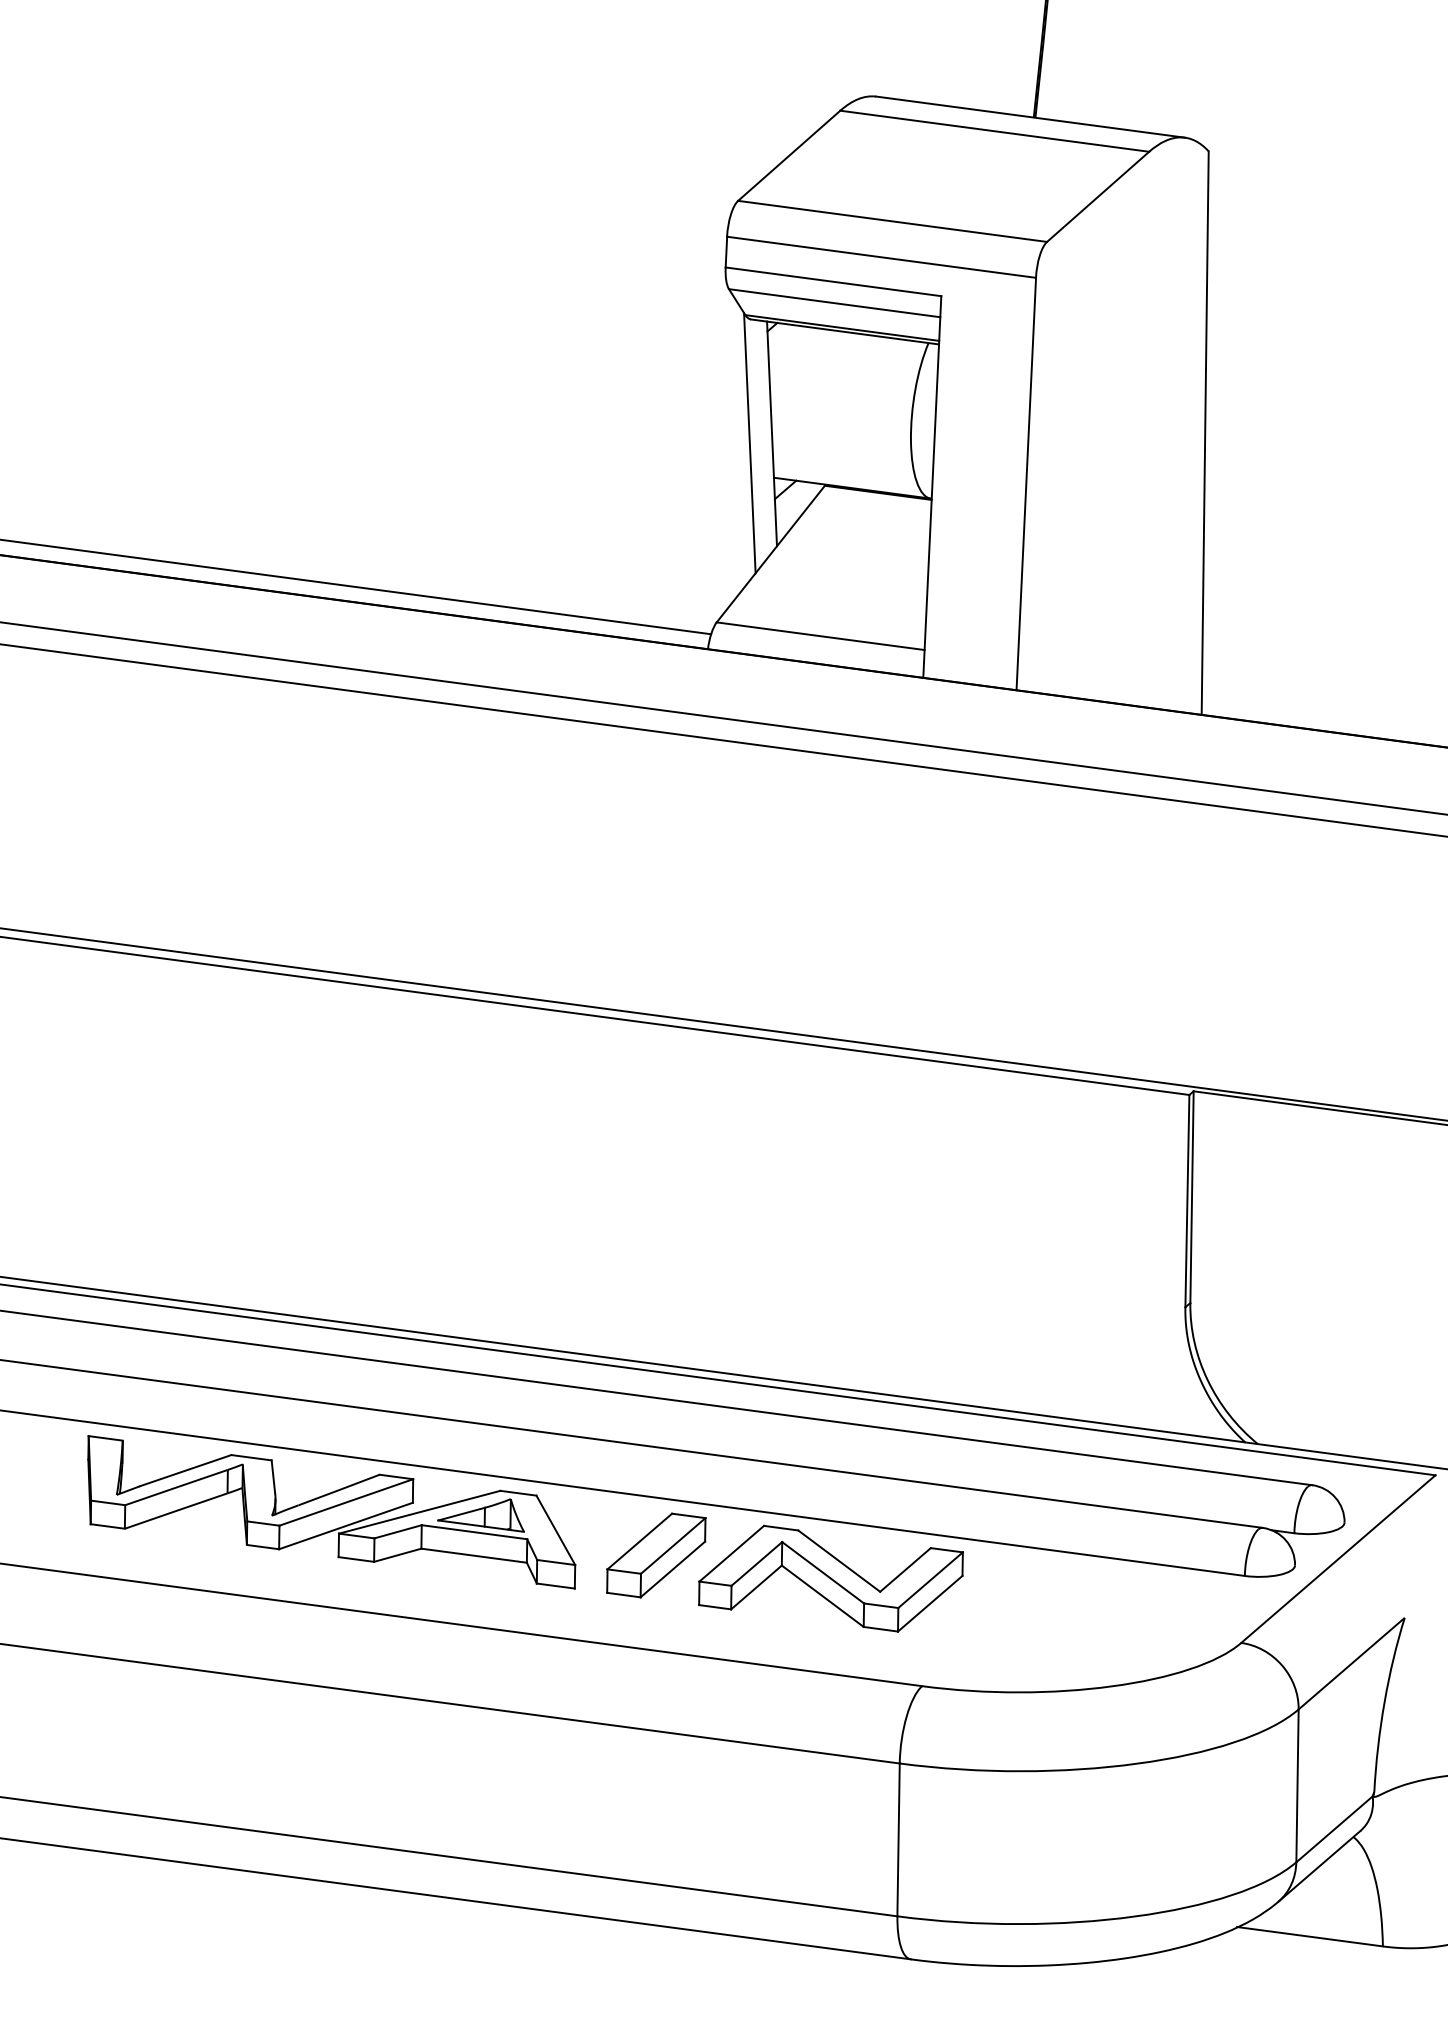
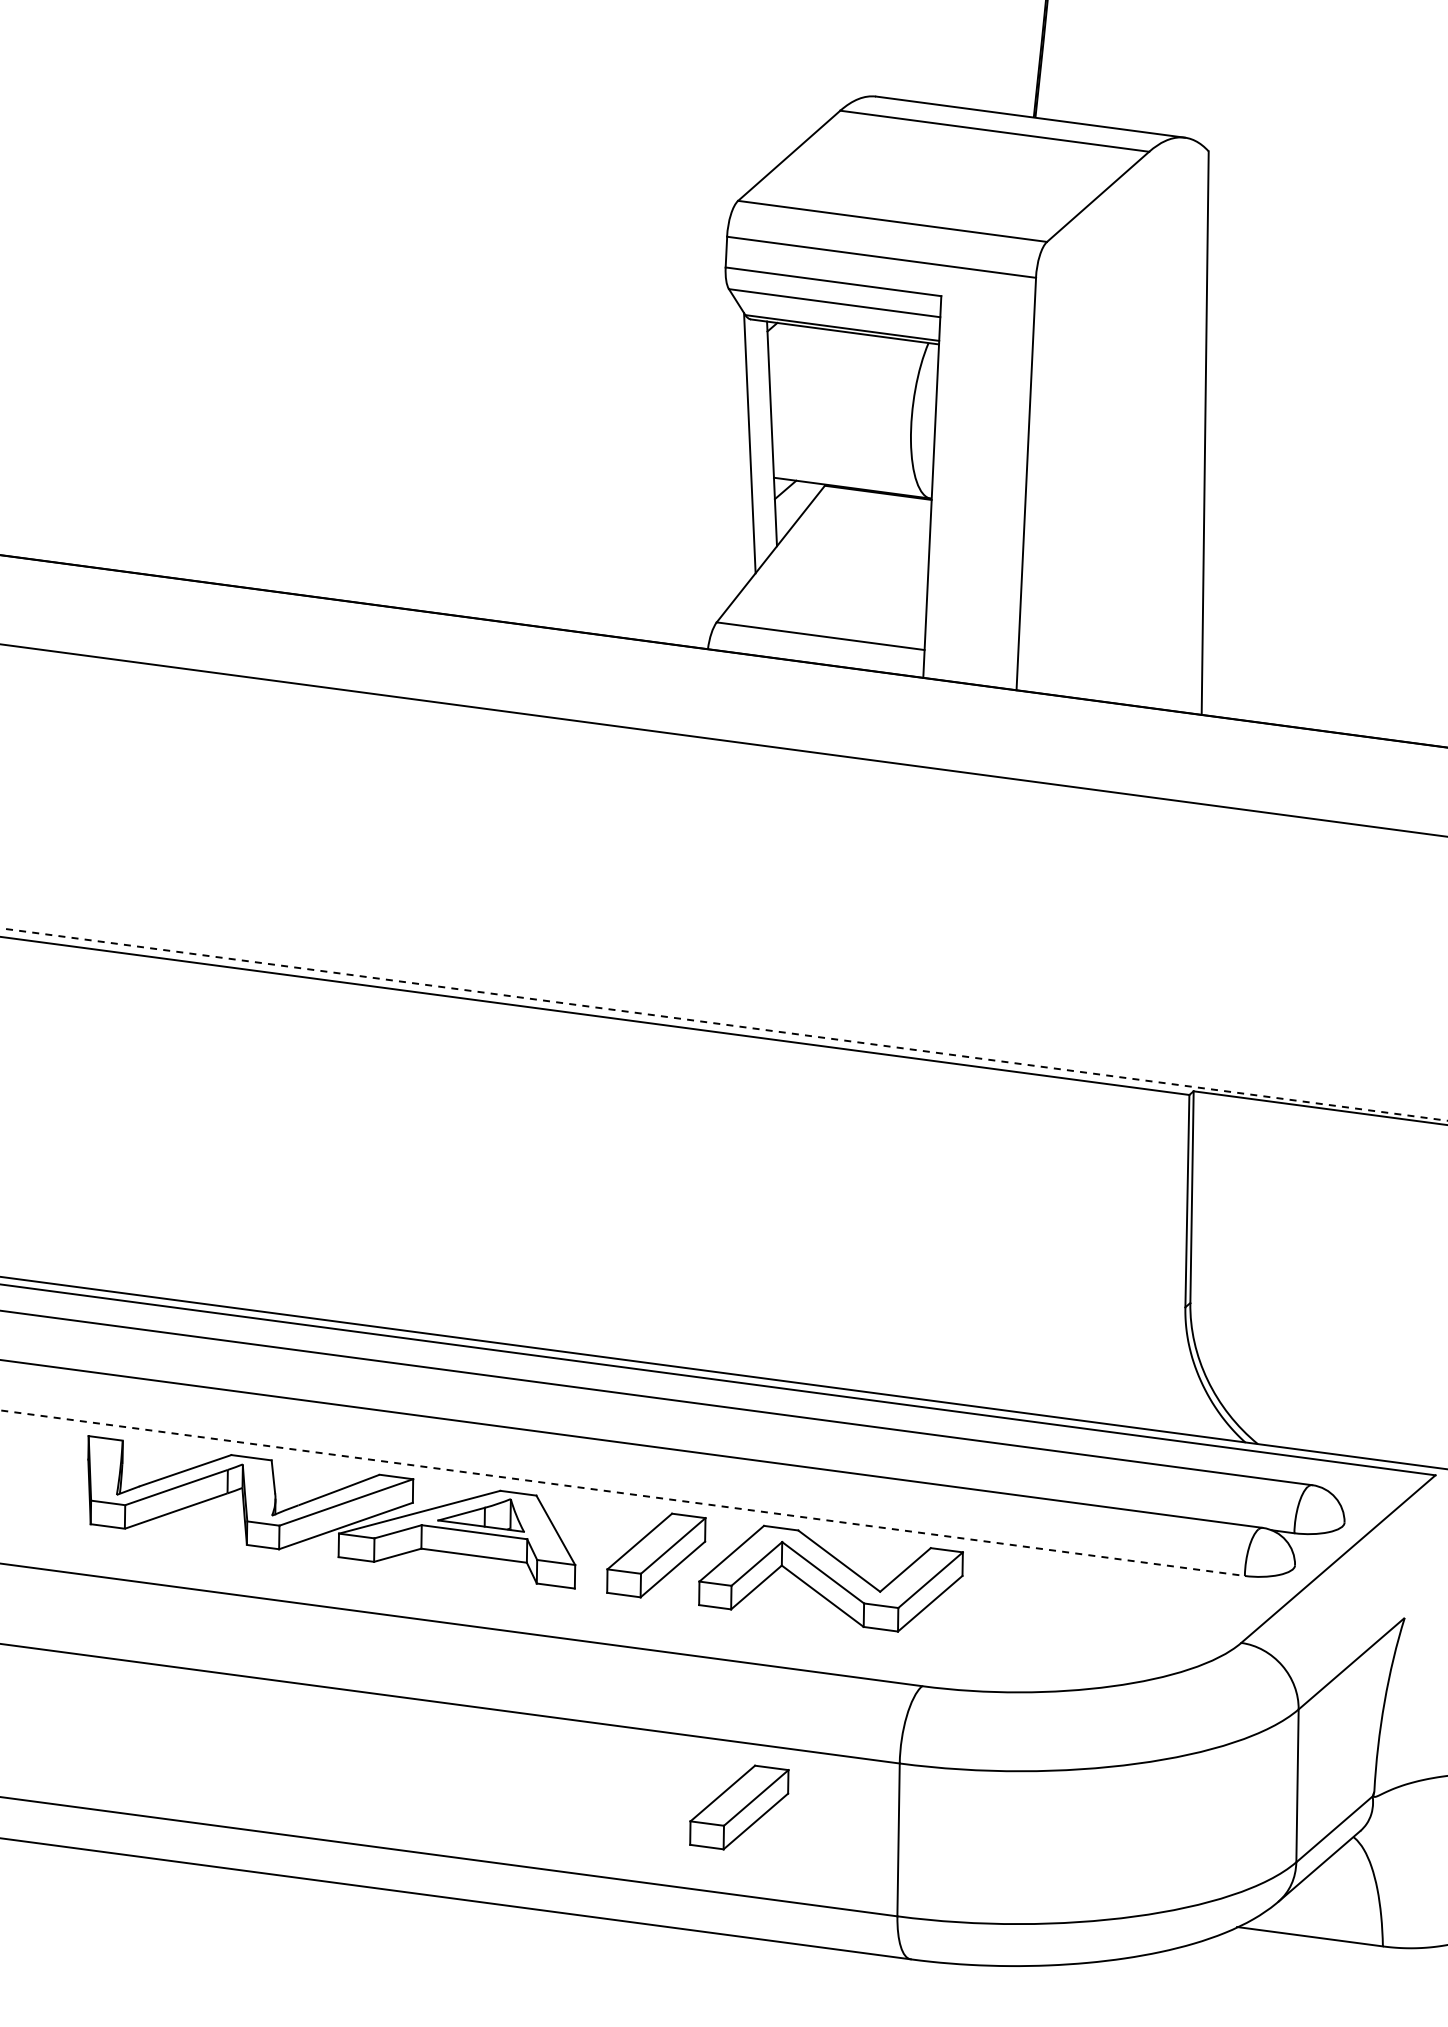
line at (356, 587): present -> none
line at (723, 718): present -> none
line at (724, 1024): solid -> dashed
line at (622, 1493): solid -> dashed
part at (739, 1807): none -> present
